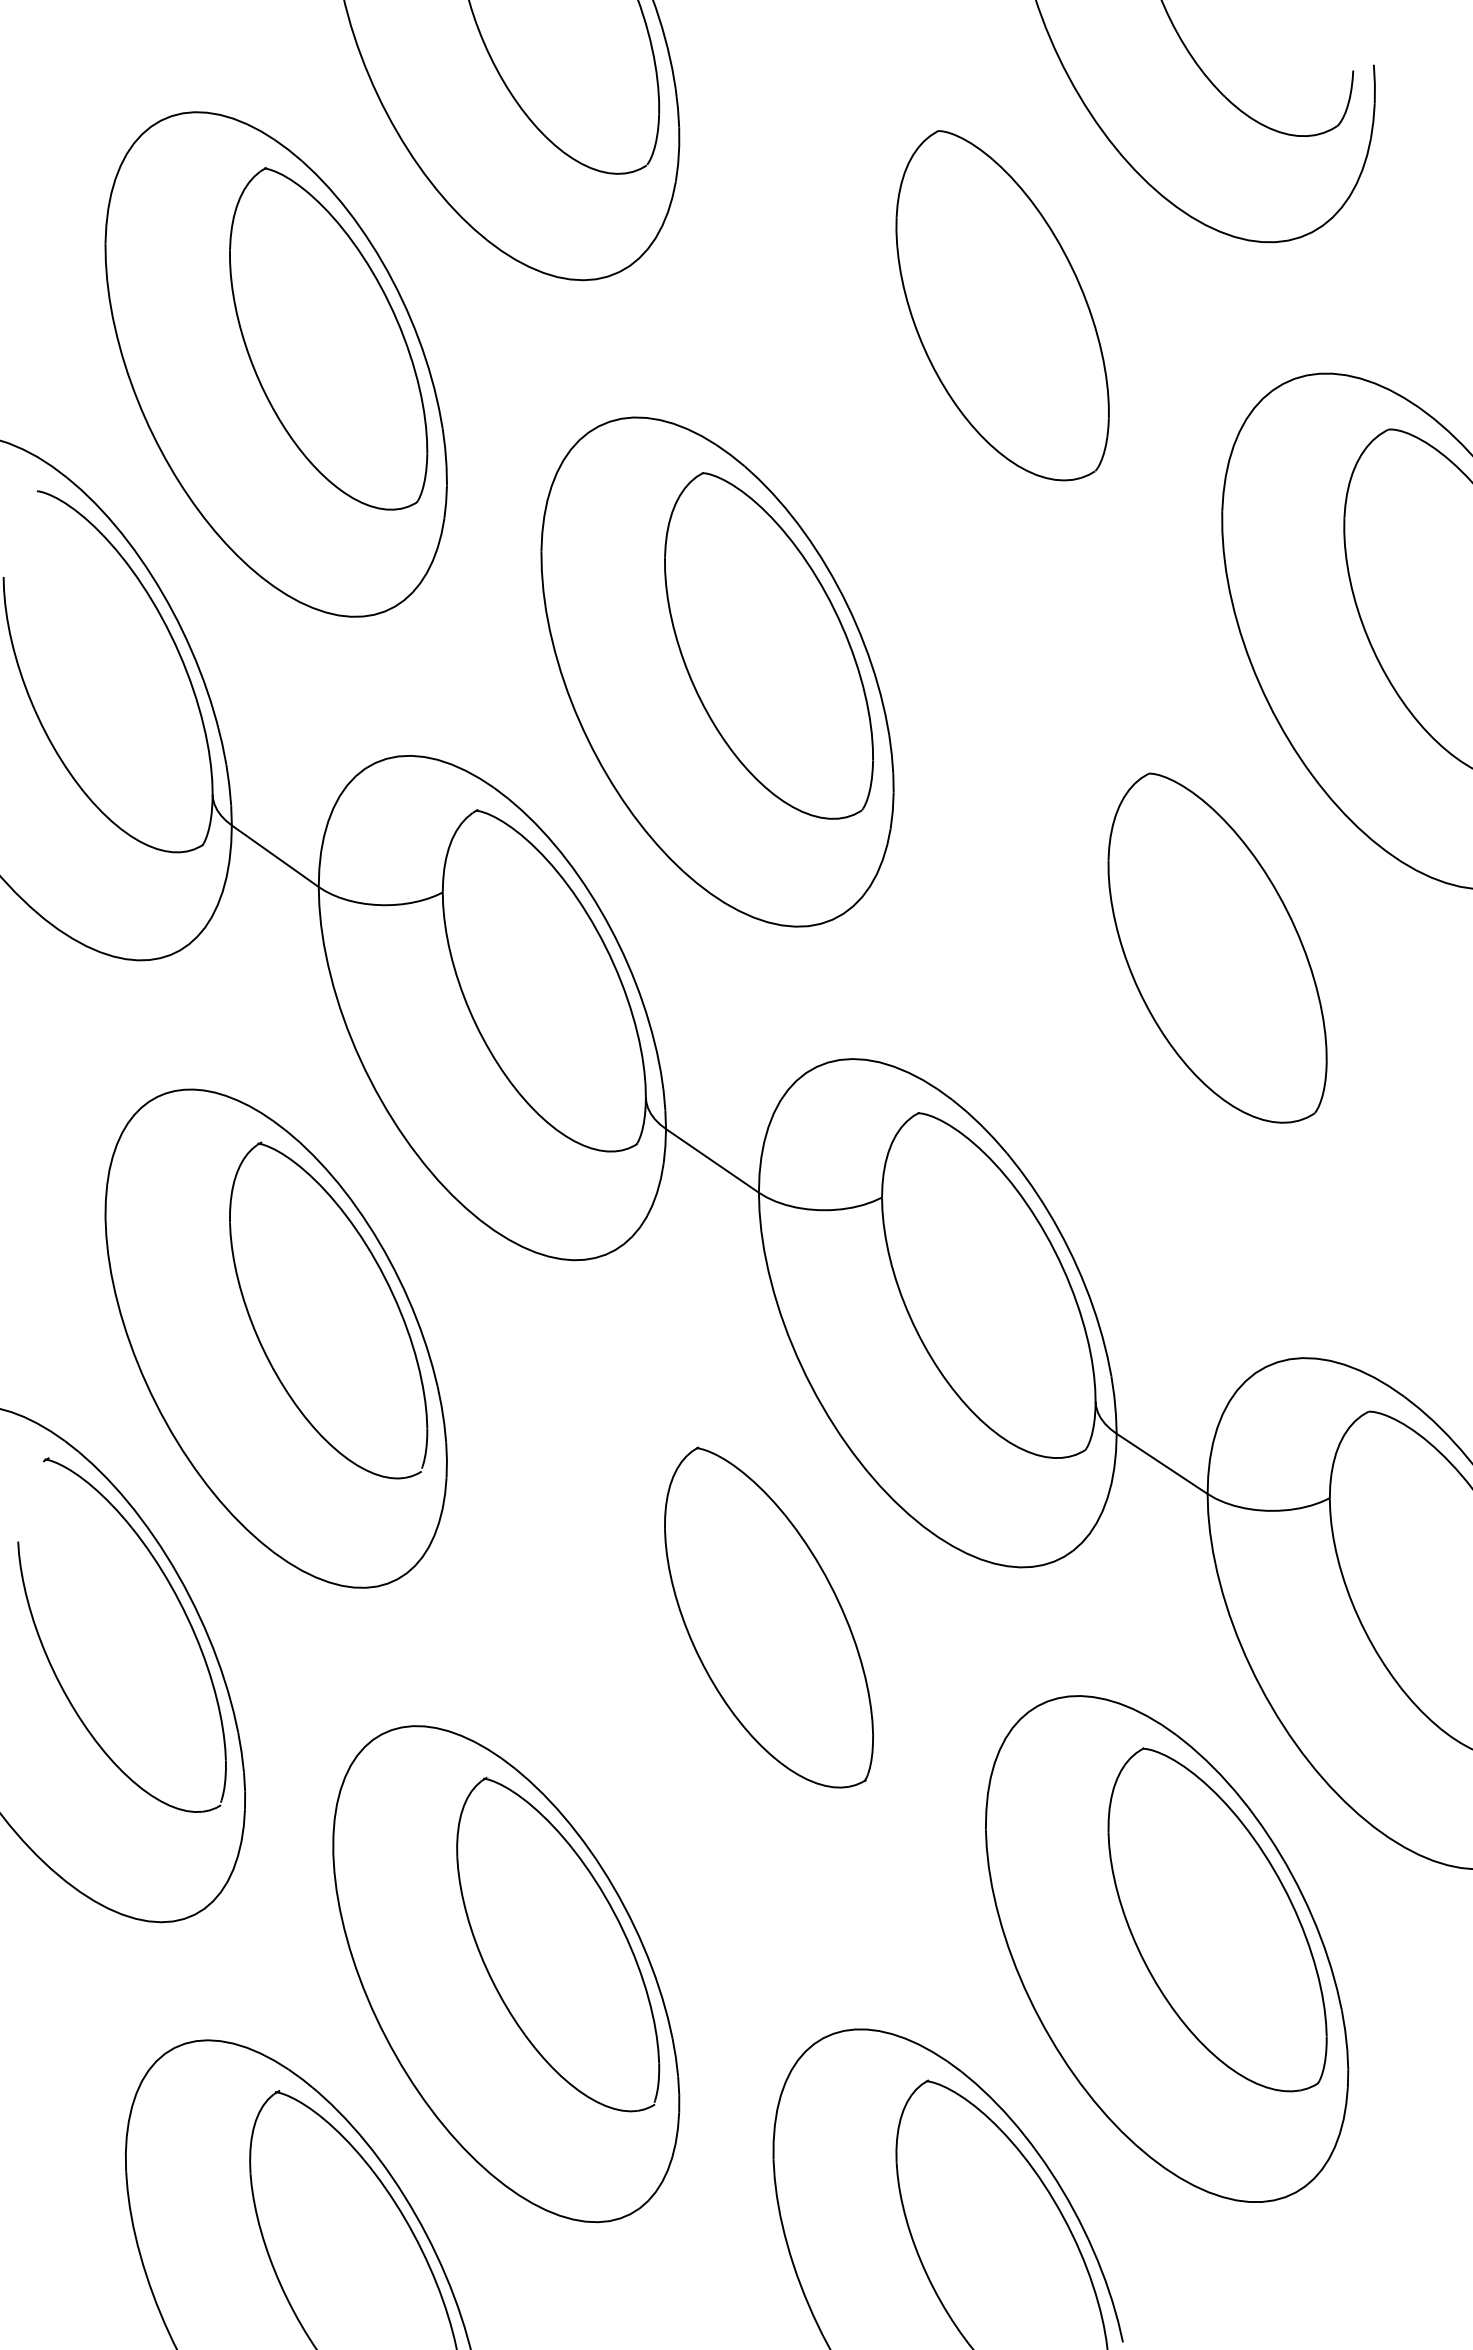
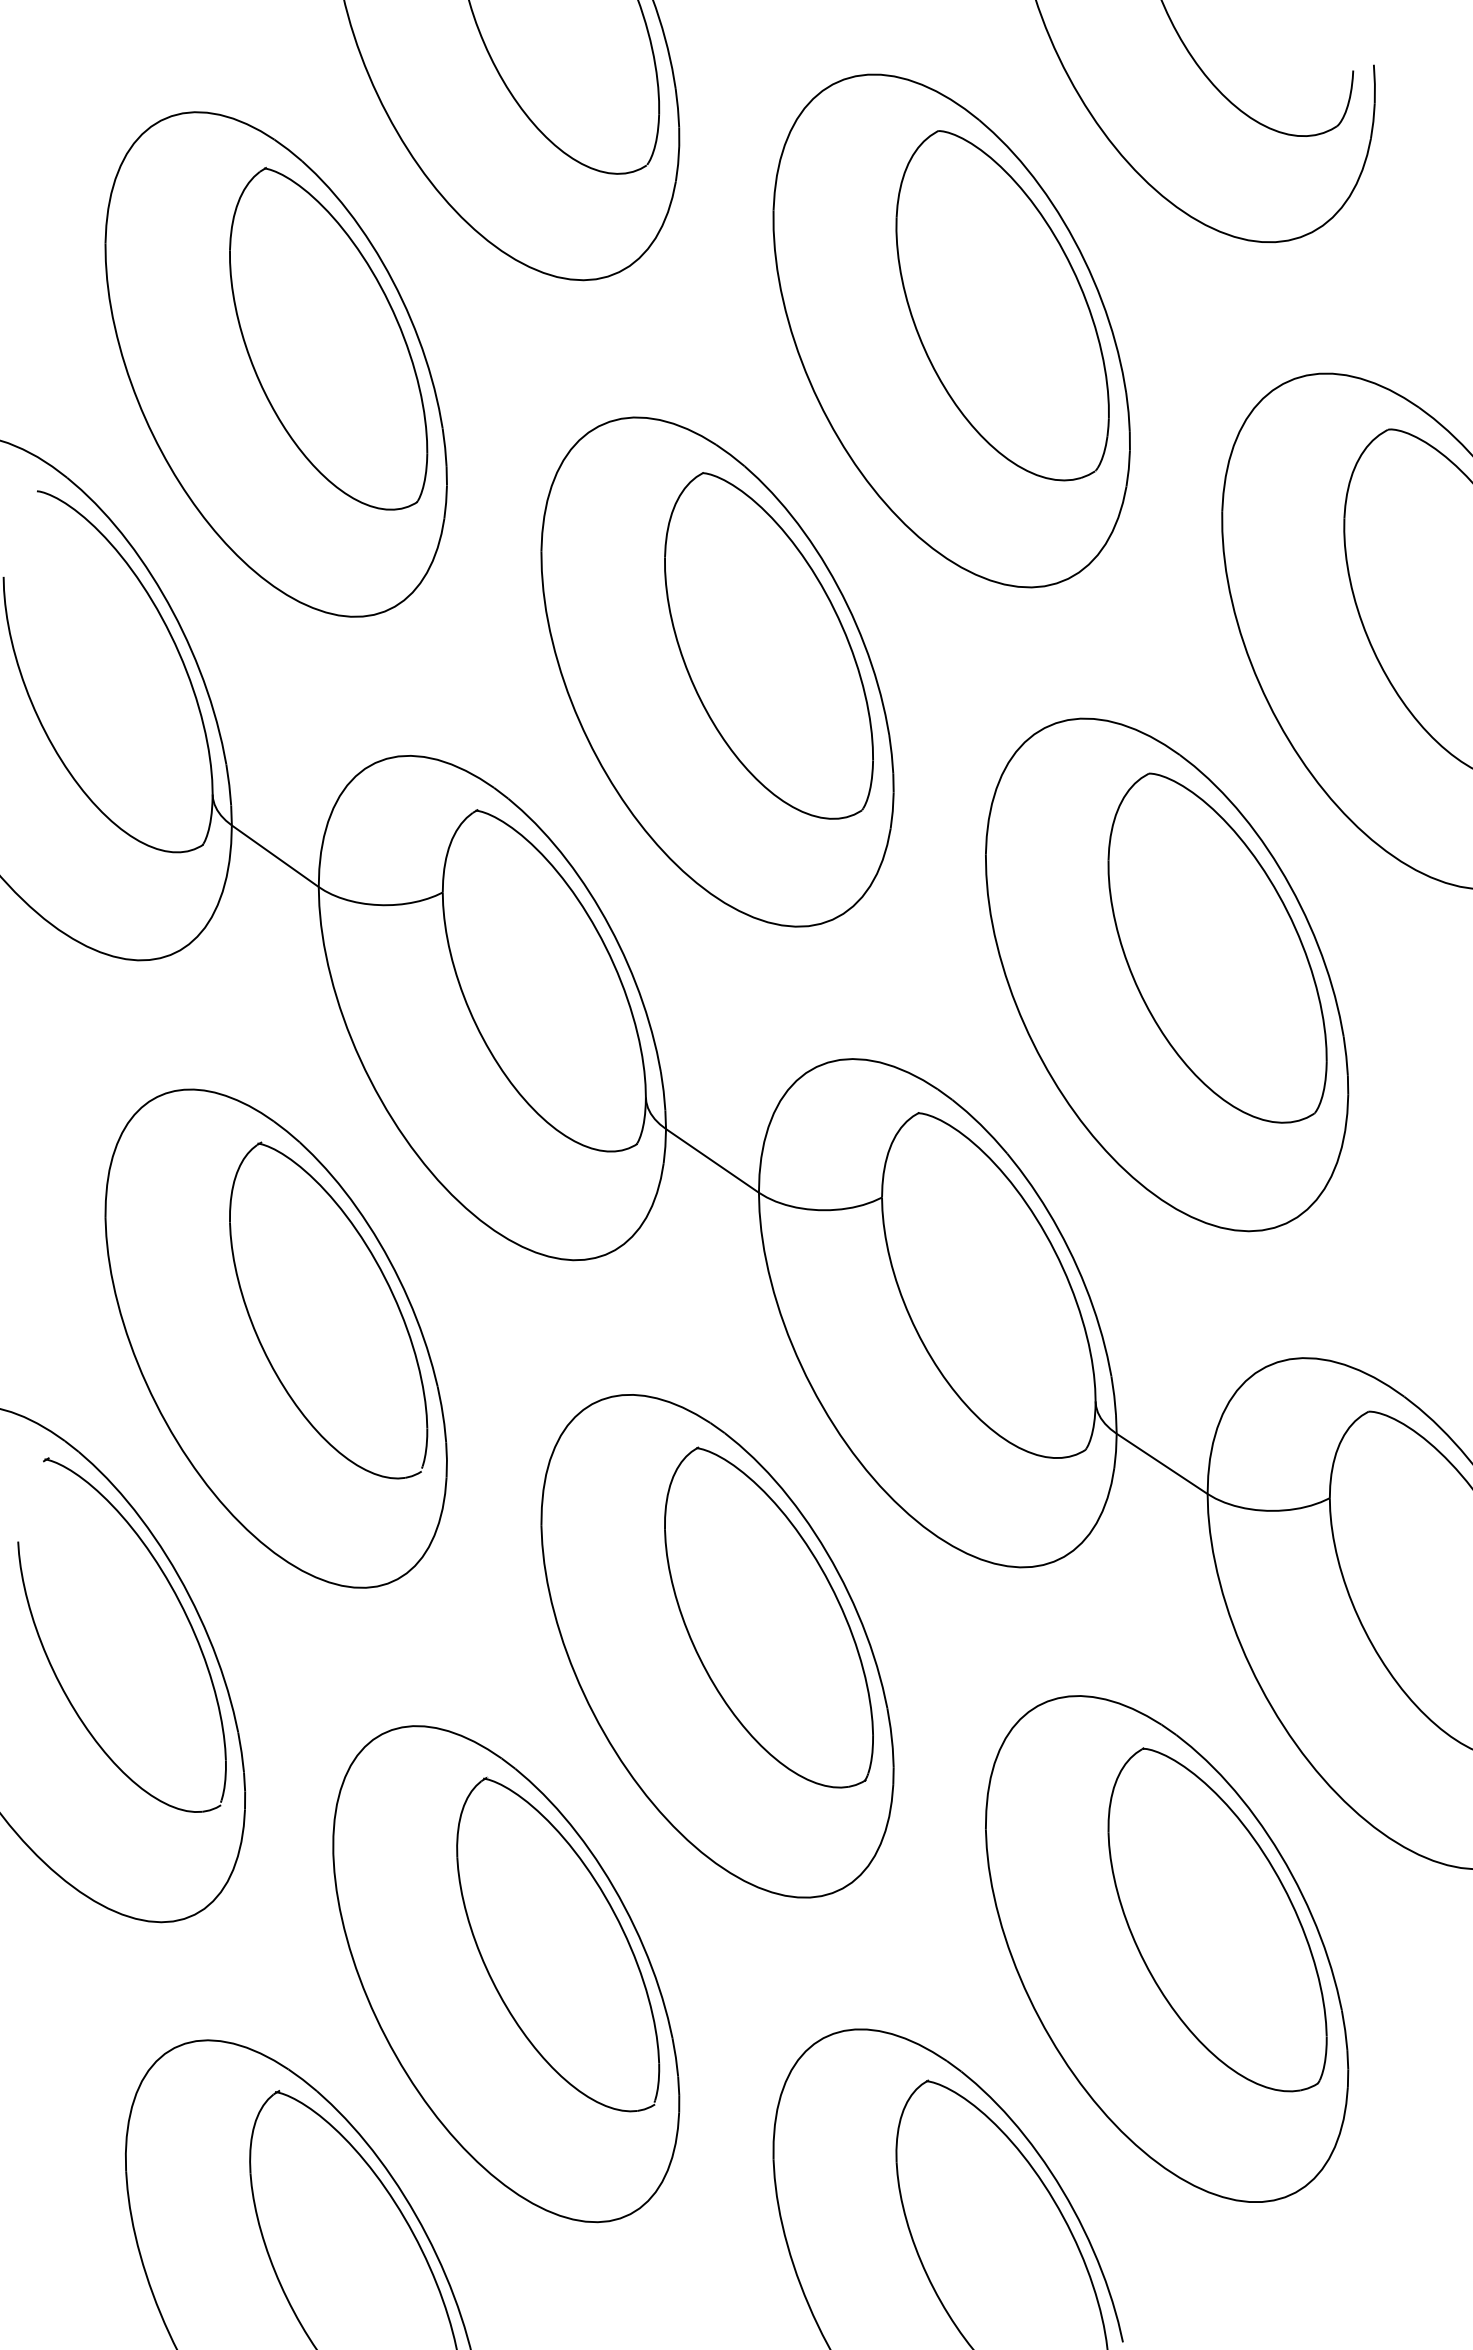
part at (951, 330): none -> present
part at (1167, 974): none -> present
part at (717, 1646): none -> present
